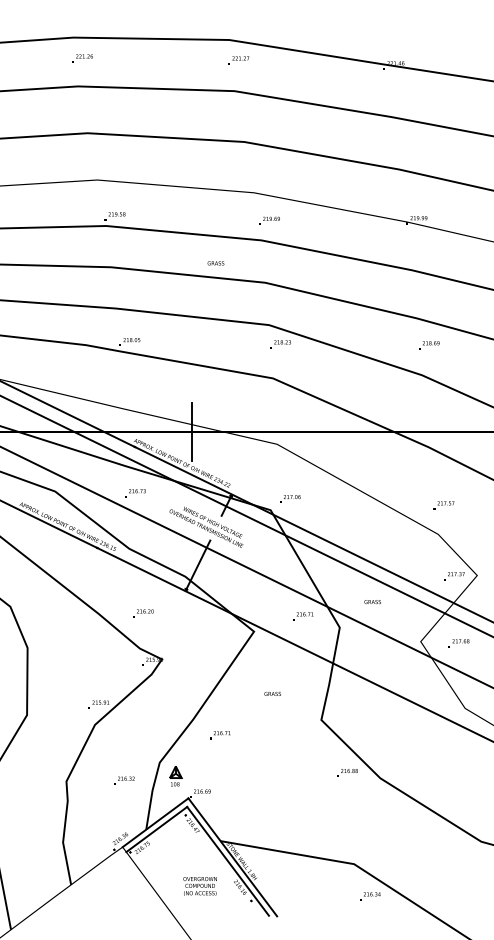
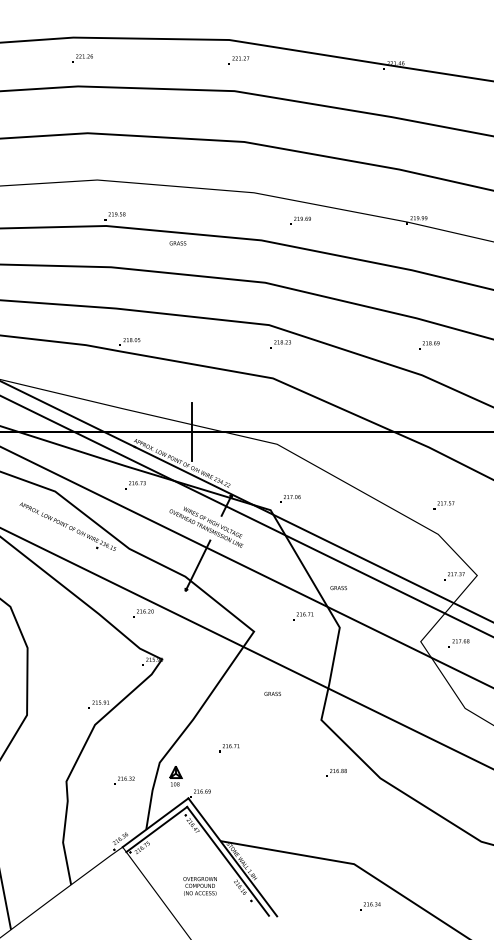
part at (269, 220) position: (269, 220) -> (300, 220)
text at (215, 263) position: (215, 263) -> (177, 243)
part at (135, 493) position: (135, 493) -> (135, 485)
text at (372, 602) position: (372, 602) -> (338, 588)
line at (246, 620) position: (246, 620) -> (246, 648)
part at (220, 735) position: (220, 735) -> (229, 748)
part at (347, 772) position: (347, 772) -> (336, 772)
part at (370, 896) position: (370, 896) -> (370, 906)
